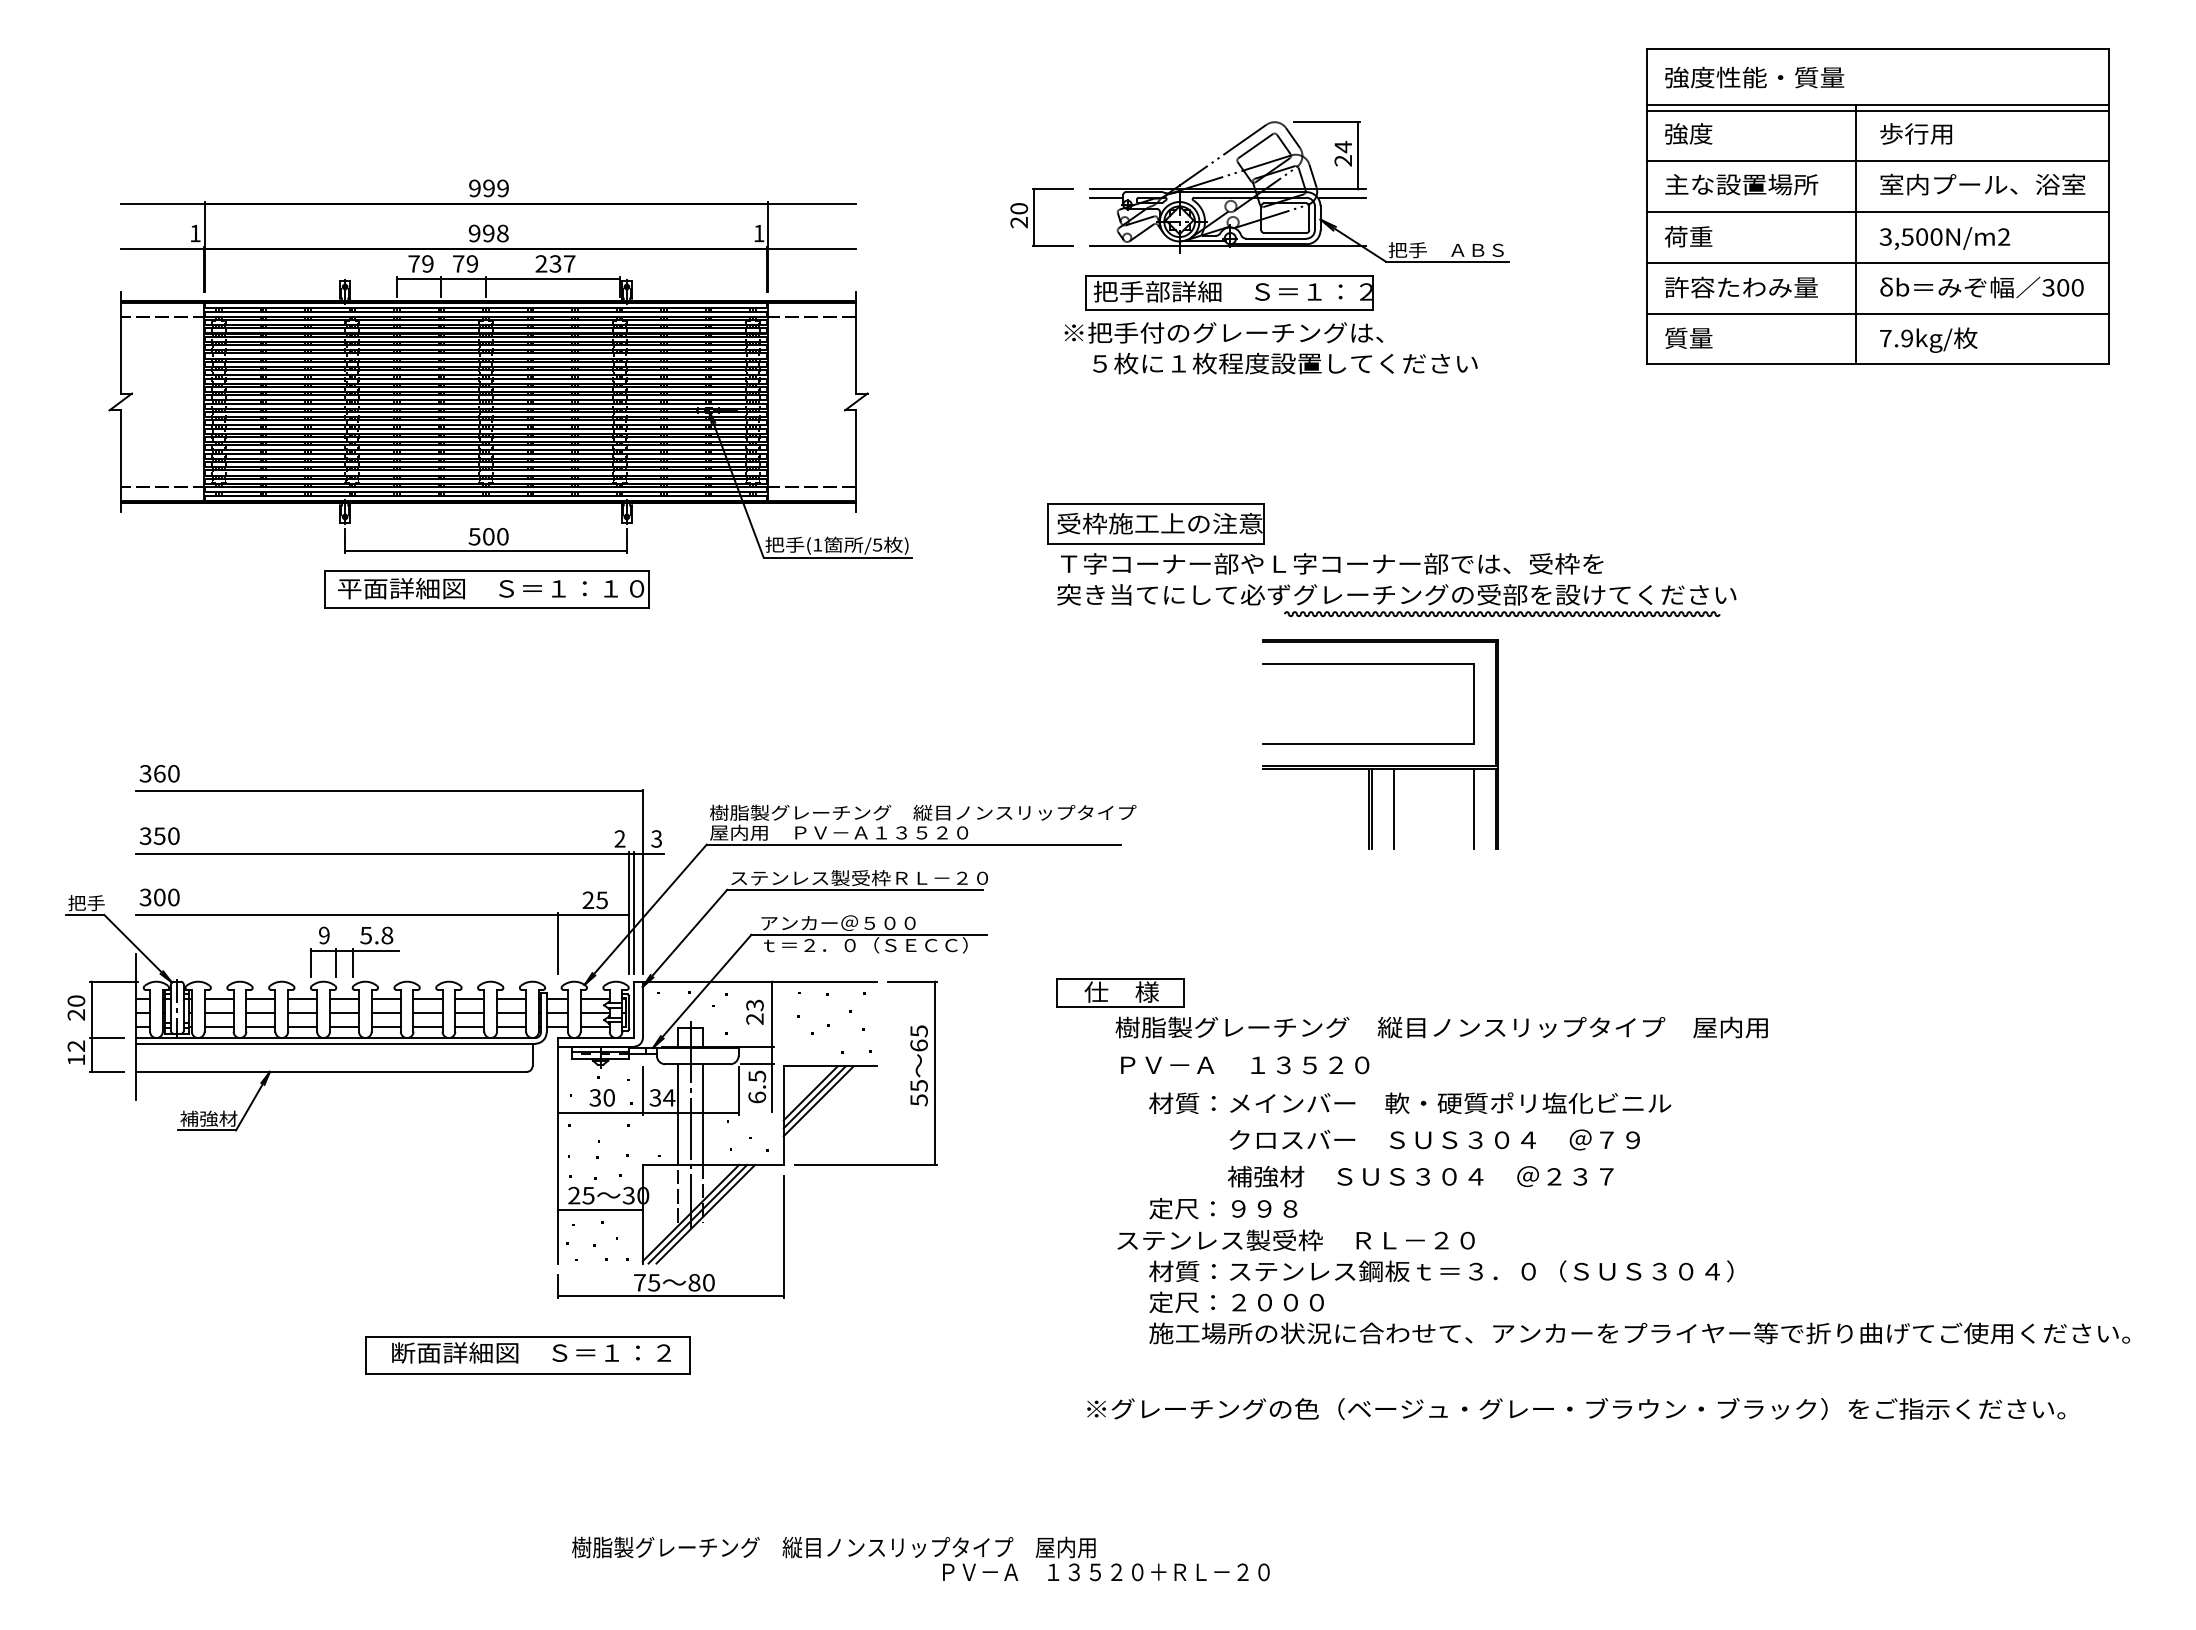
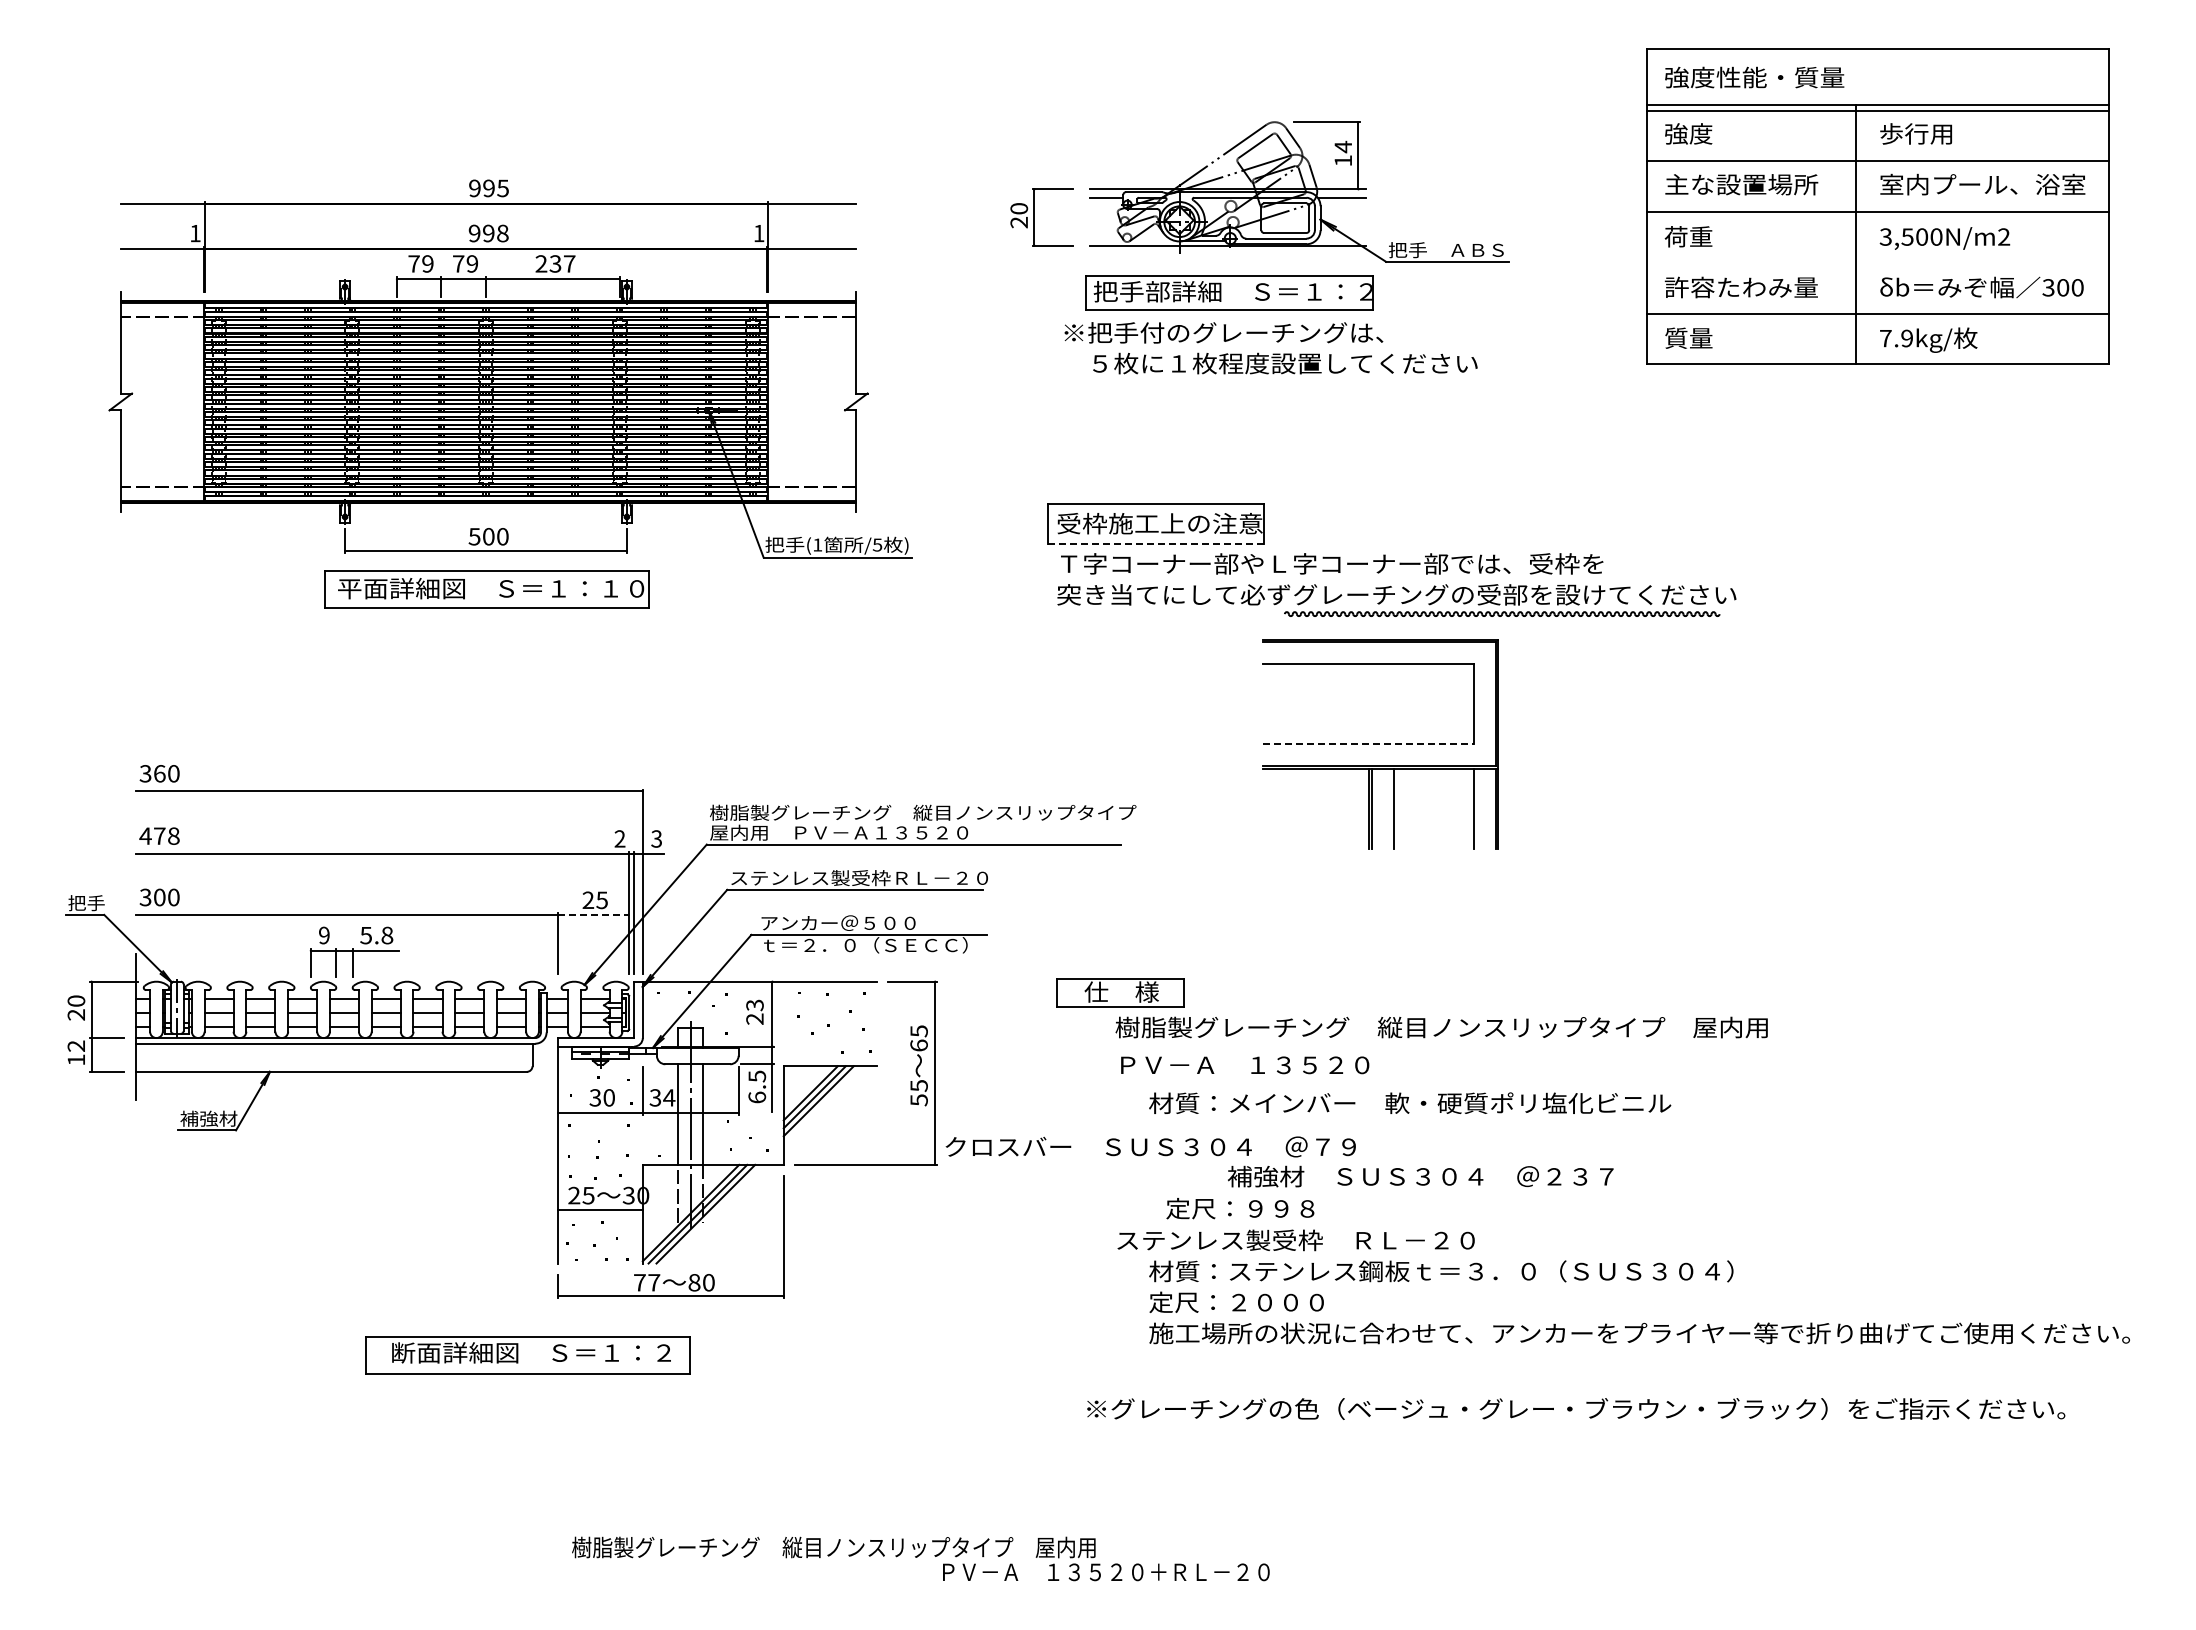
text at (1342, 160): 24 -> 14
text at (502, 188): 999 -> 995
line at (1877, 262): present -> none
line at (1156, 543): solid -> dashed
line at (1369, 744): solid -> dashed
text at (159, 835): 350 -> 478
line at (594, 914): solid -> dashed
text at (1434, 1139) position: (1434, 1139) -> (1150, 1146)
text at (1223, 1208) position: (1223, 1208) -> (1240, 1208)
text at (654, 1282): 75 -> 77
